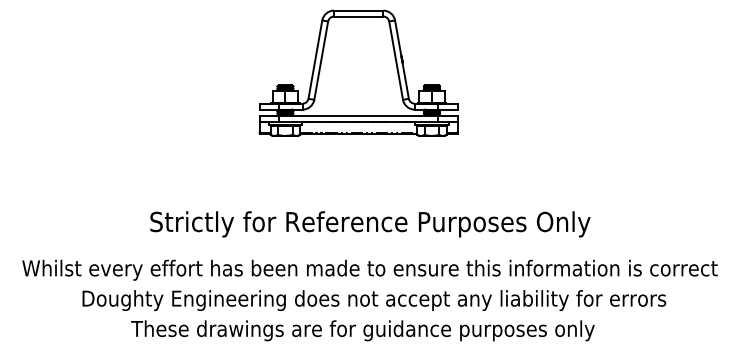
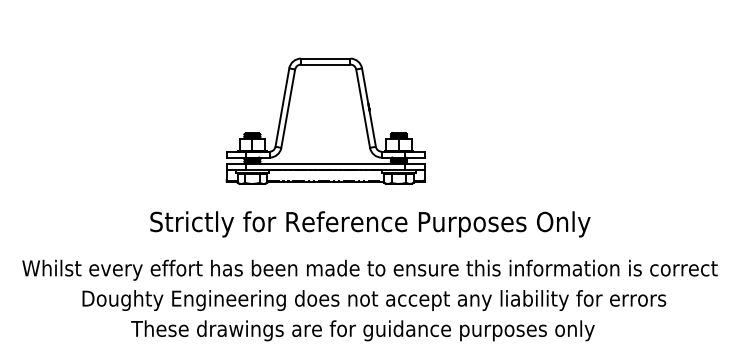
part at (358, 72) position: (358, 72) -> (325, 120)
